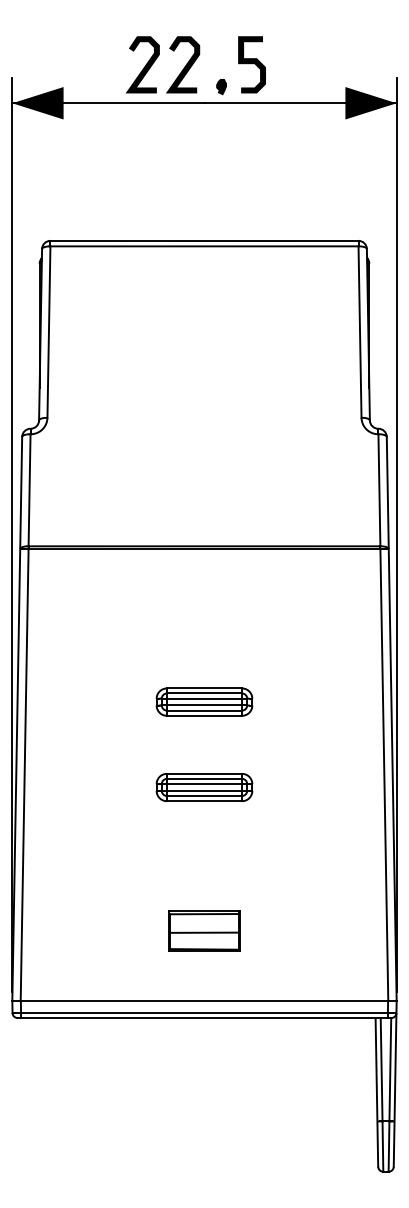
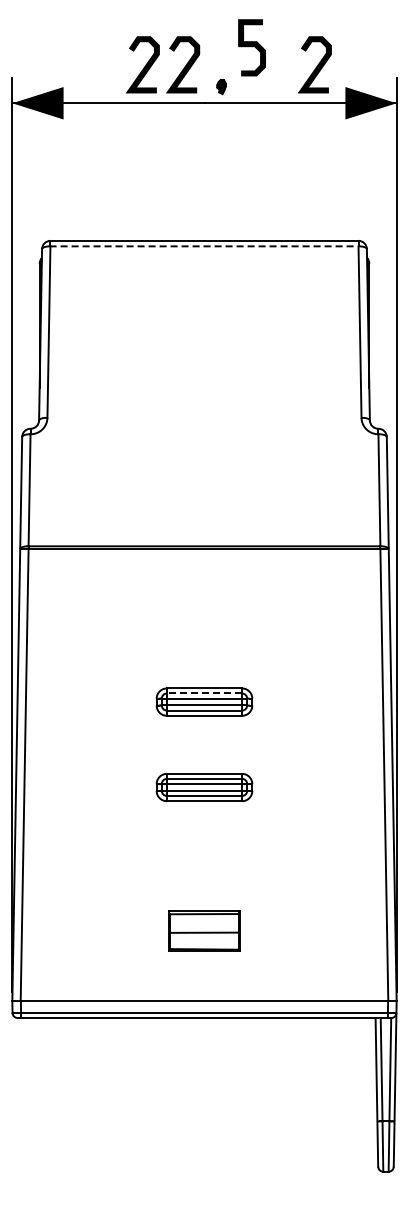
curve at (251, 64) position: (251, 64) -> (251, 47)
curve at (316, 66): none -> present
line at (204, 246): solid -> dashed
line at (204, 693): solid -> dashed
